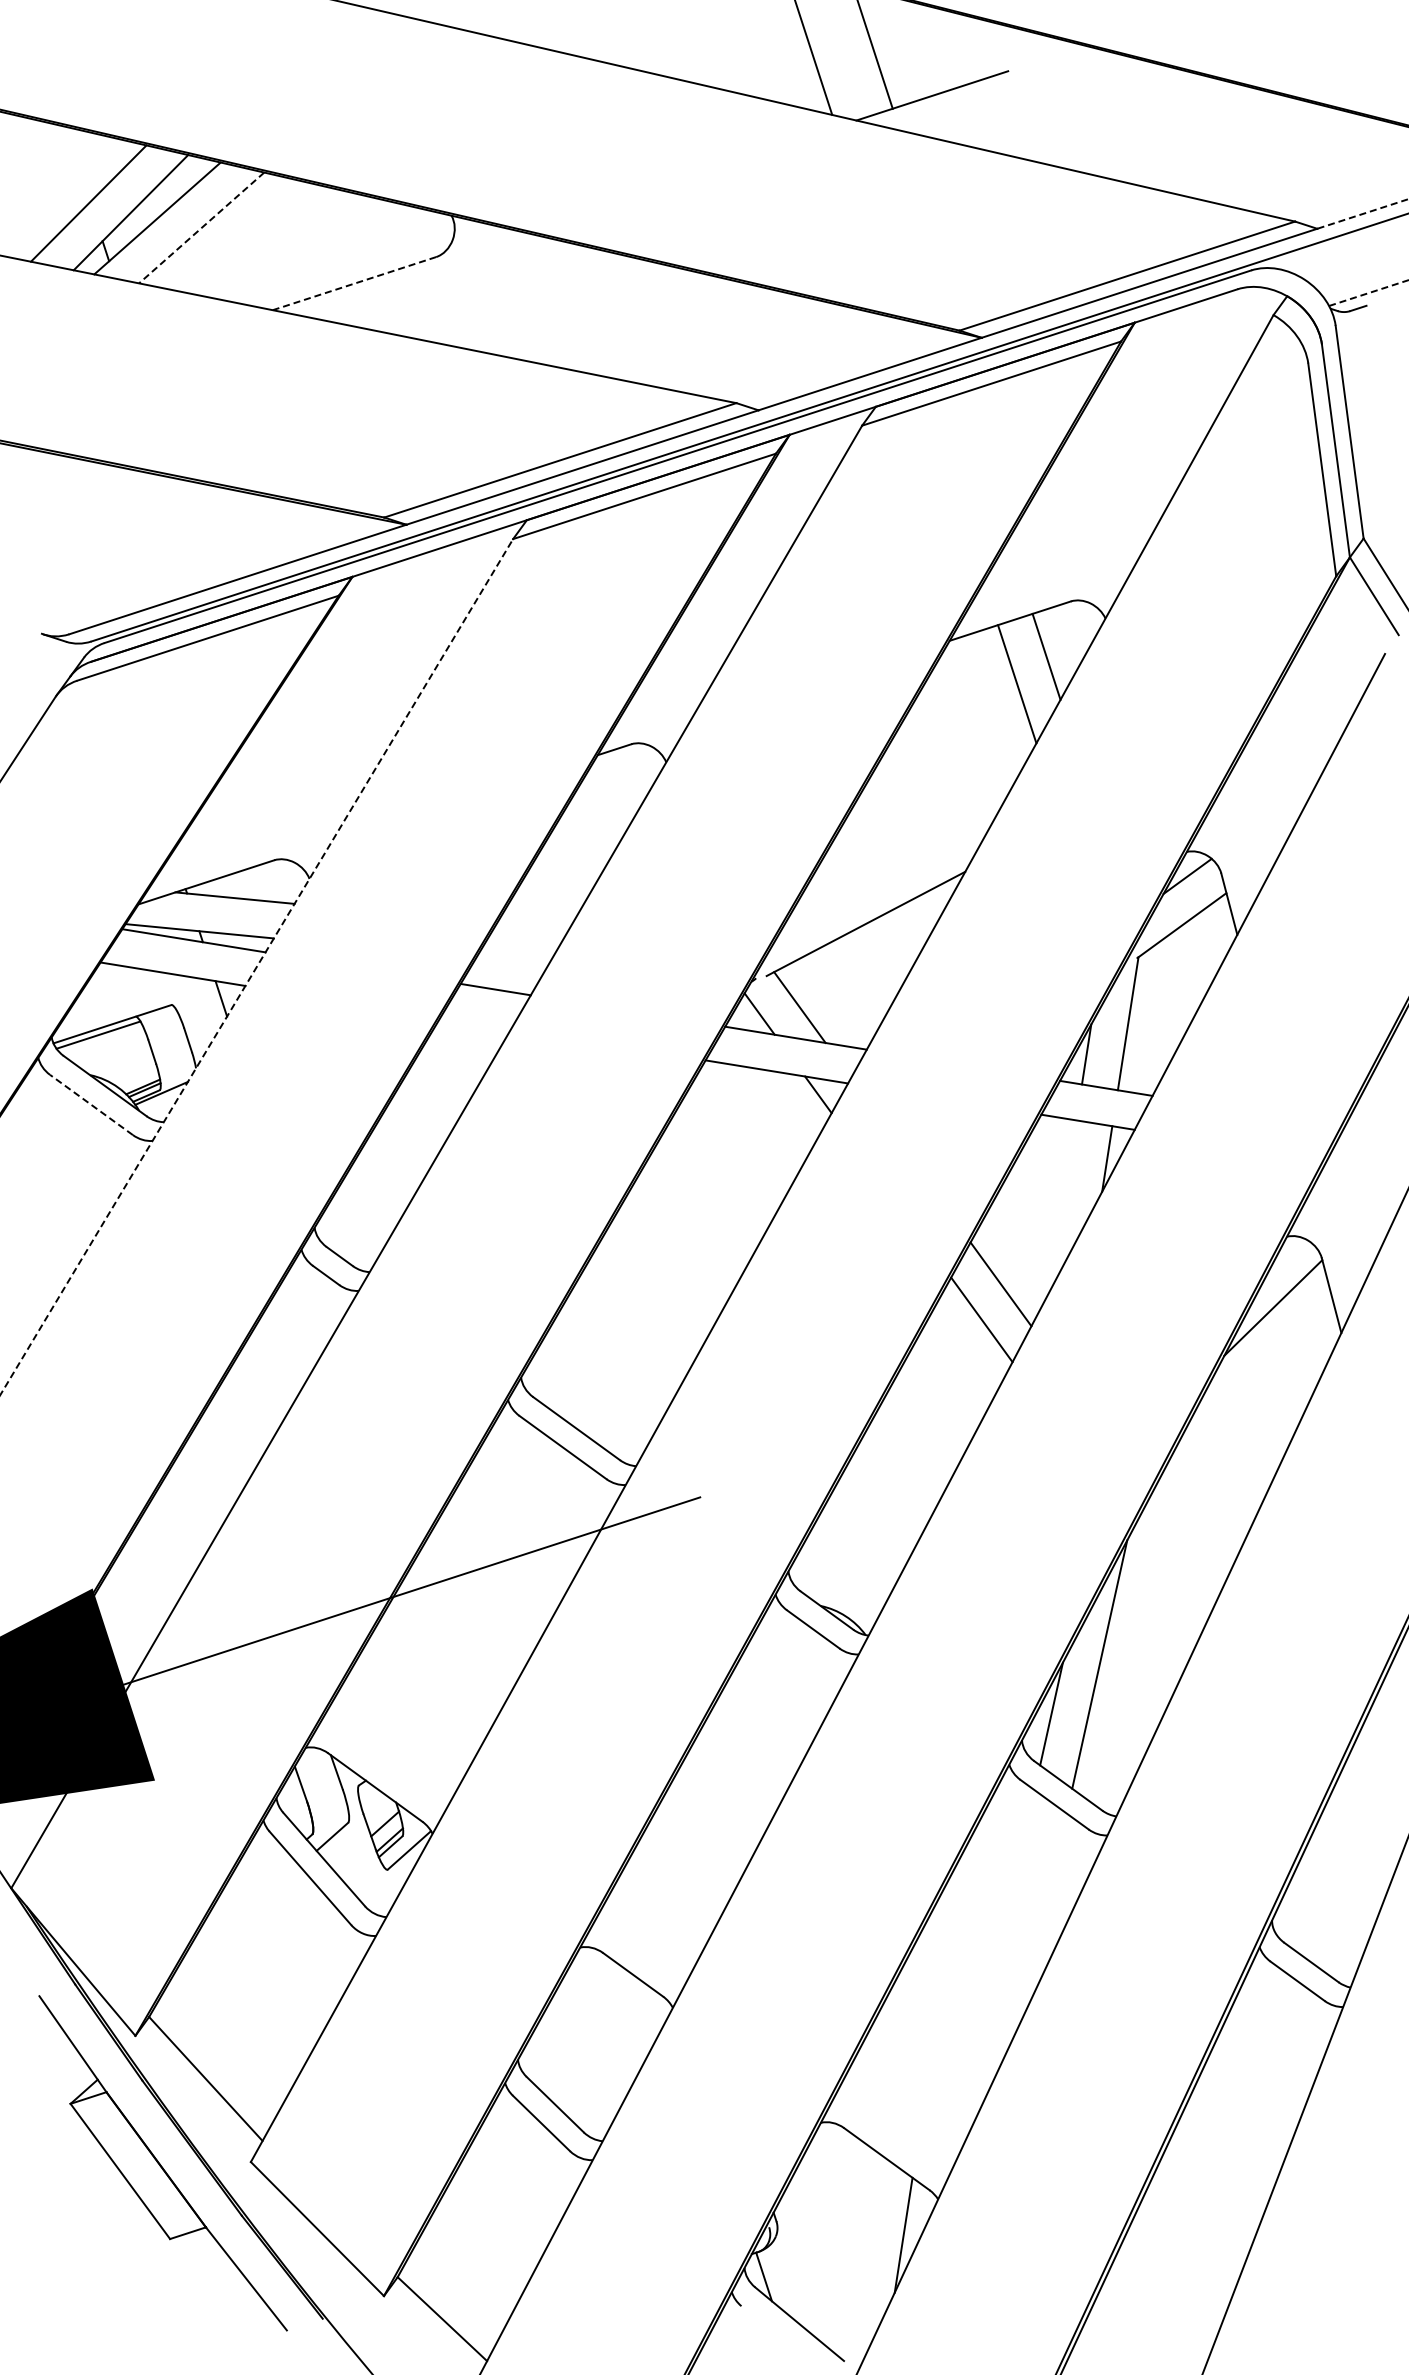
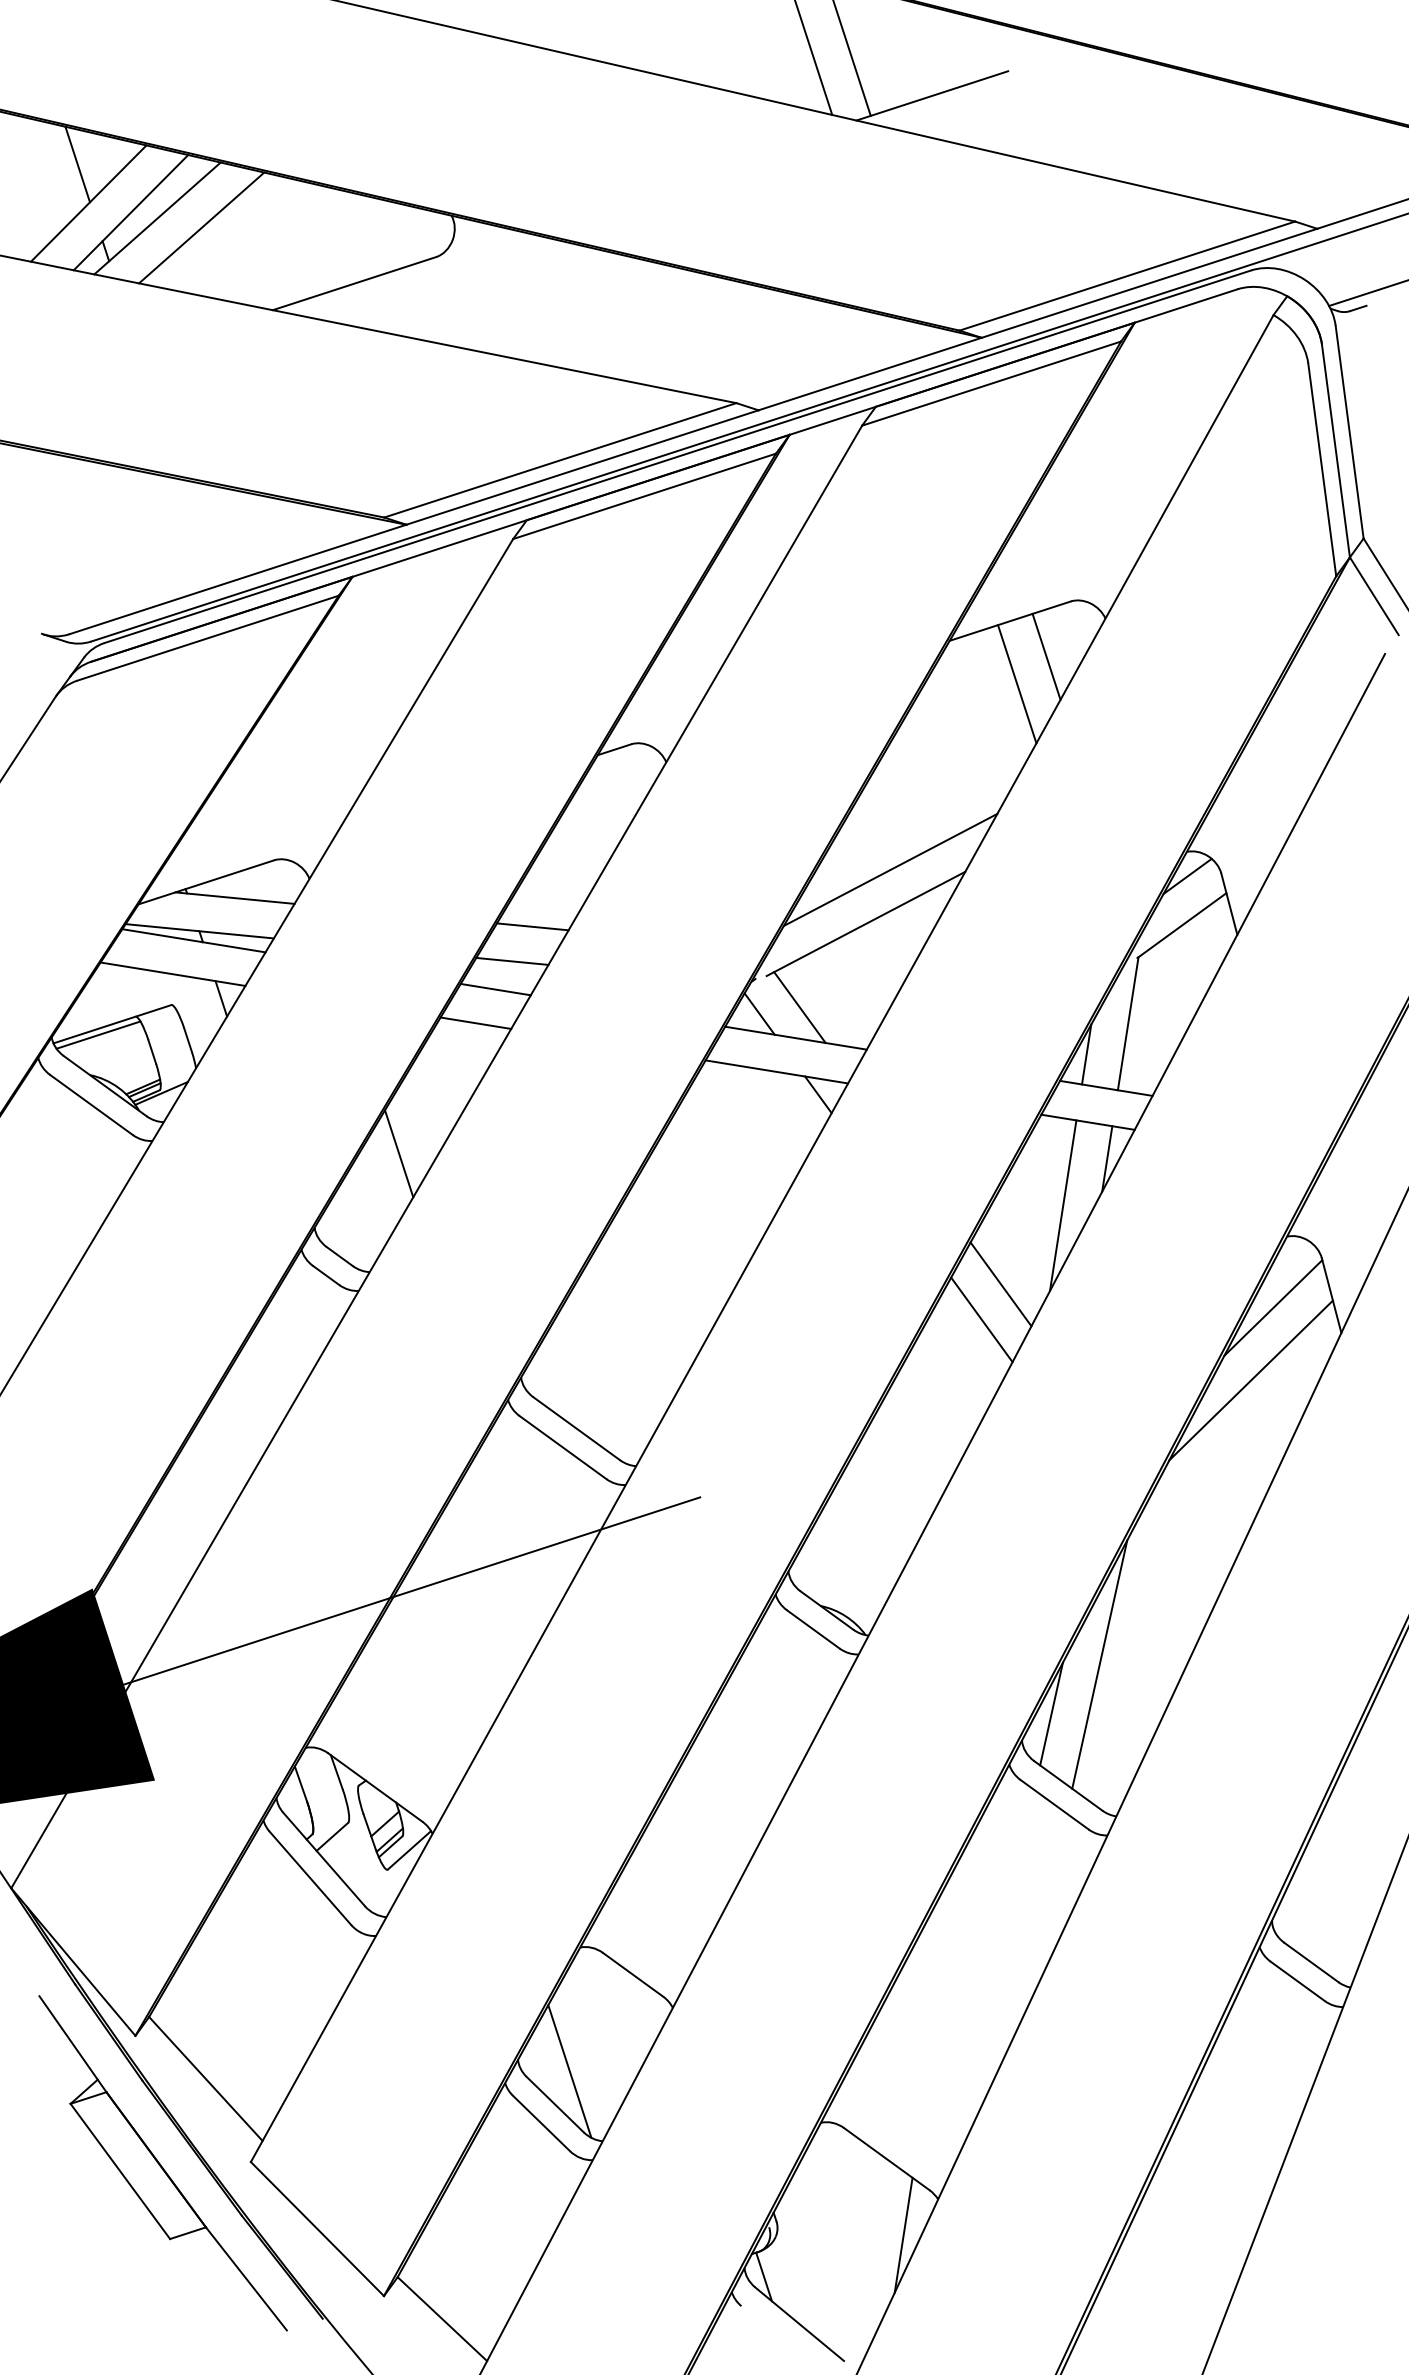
line at (875, 55) position: (875, 55) -> (851, 58)
line at (77, 164): none -> present
line at (1362, 214): dashed -> solid
line at (201, 227): dashed -> solid
line at (354, 283): dashed -> solid
line at (1369, 293): dashed -> solid
line at (890, 869): none -> present
line at (532, 926): none -> present
line at (512, 960): none -> present
line at (256, 967): dashed -> solid
line at (475, 1022): none -> present
line at (91, 1104): dashed -> solid
line at (399, 1153): none -> present
line at (1063, 1205): none -> present
line at (1250, 1380): none -> present
line at (569, 2071): none -> present
